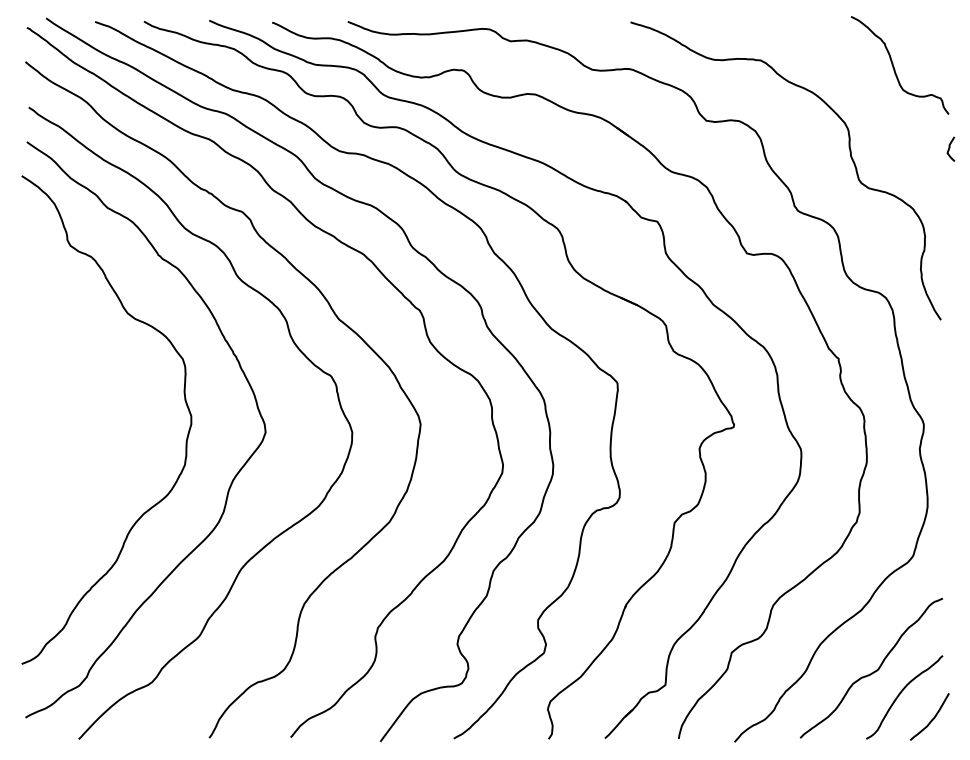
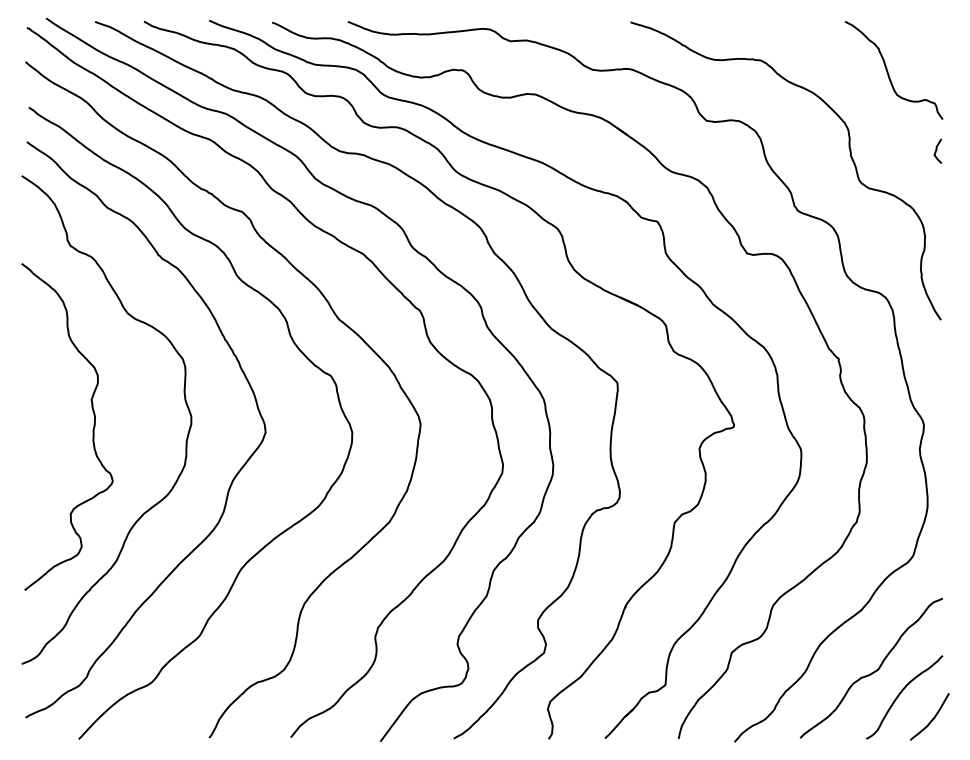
curve at (894, 66) position: (894, 66) -> (888, 71)
curve at (950, 148) position: (950, 148) -> (937, 150)
curve at (92, 429): none -> present
